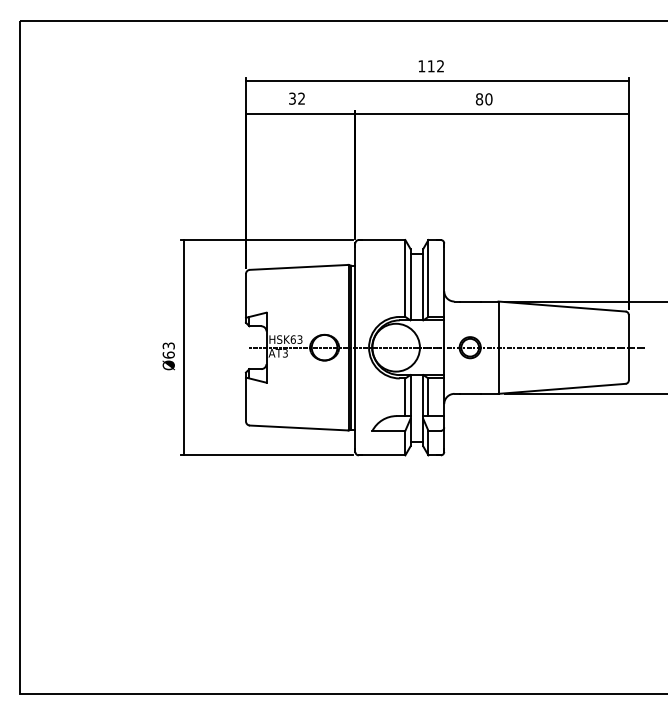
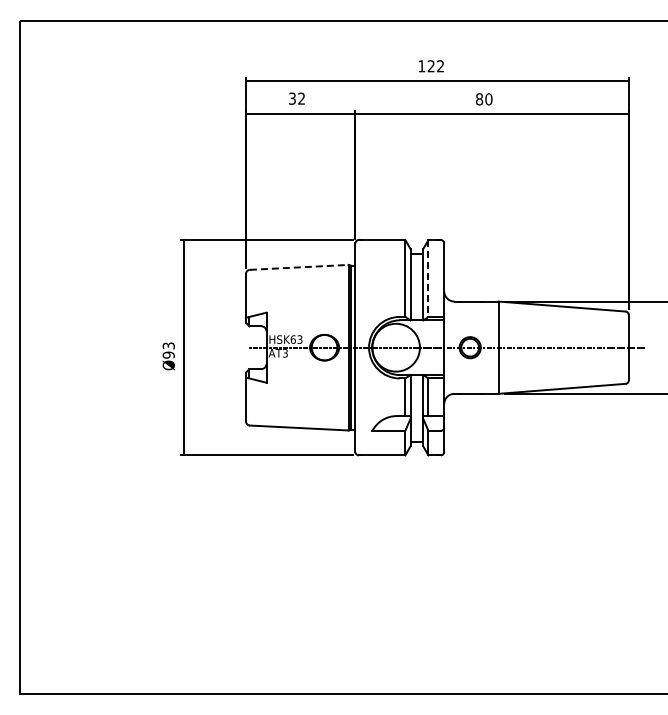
text at (430, 66): 112 -> 122
line at (299, 267): solid -> dashed
line at (428, 278): solid -> dashed
text at (168, 354): Ø63 -> Ø93
